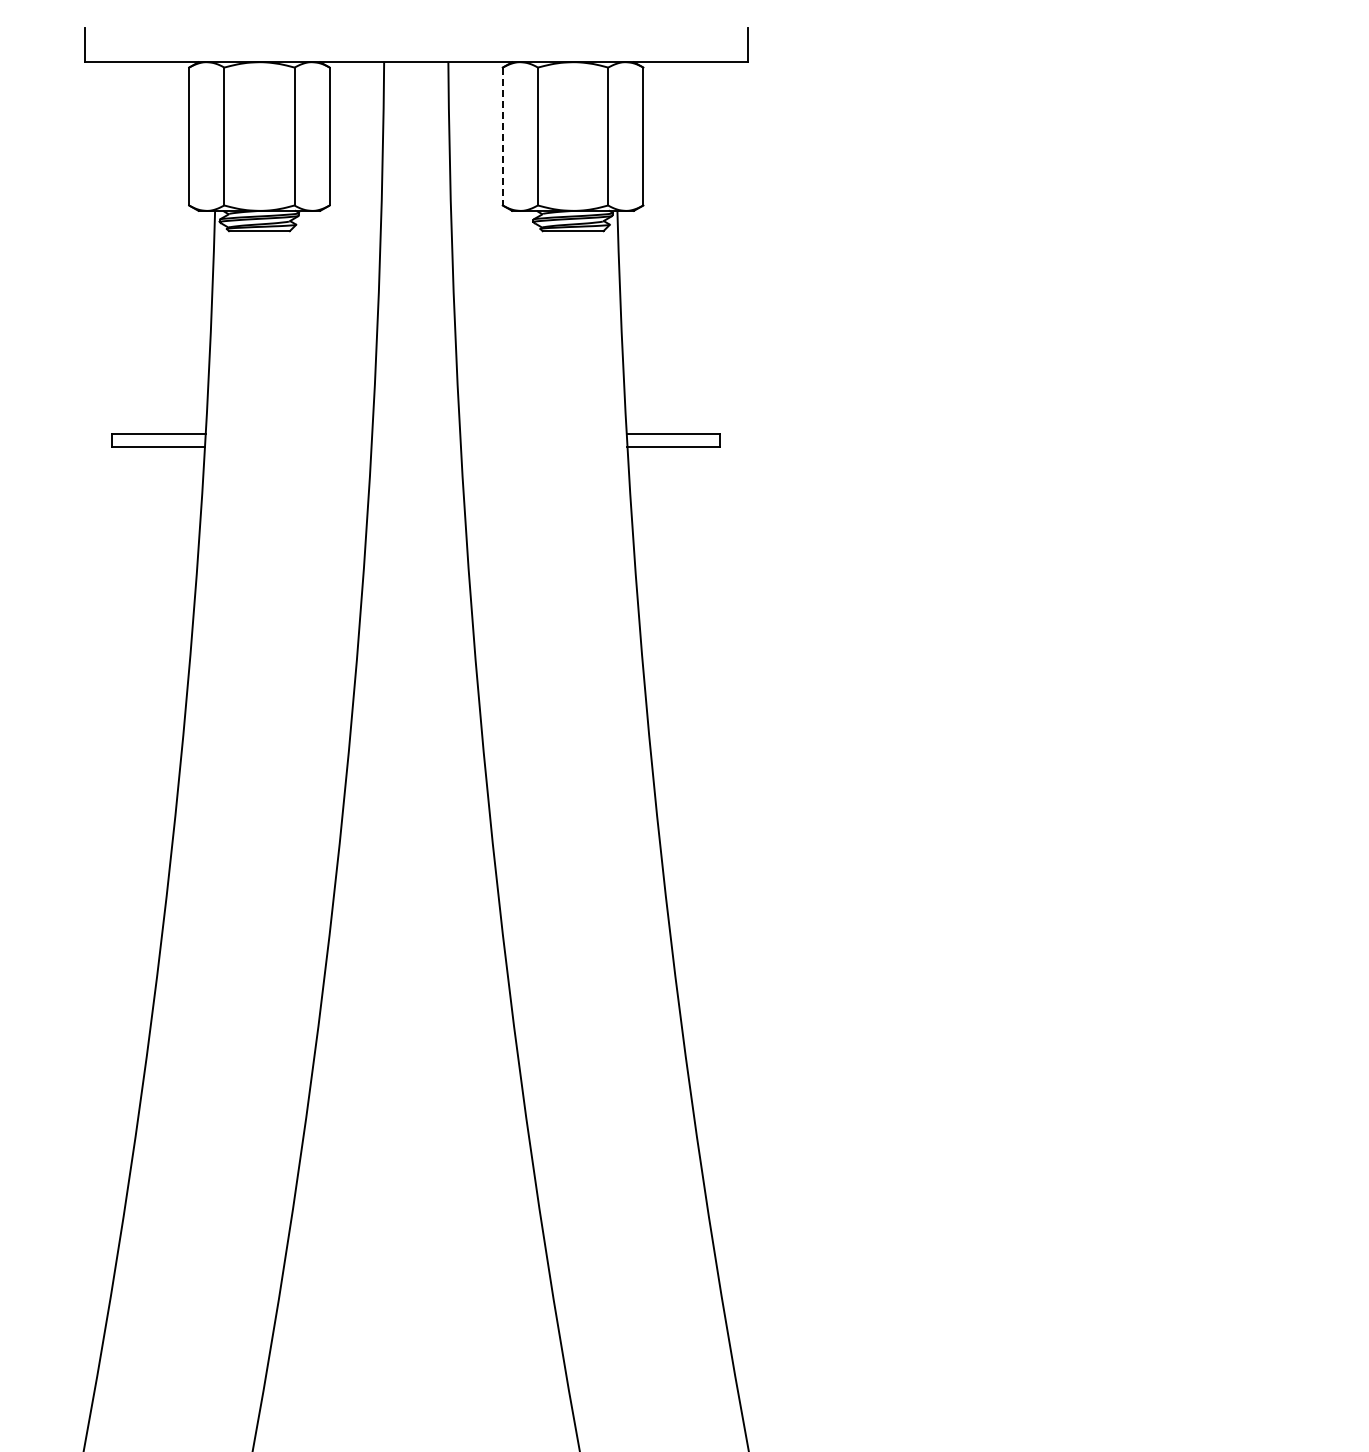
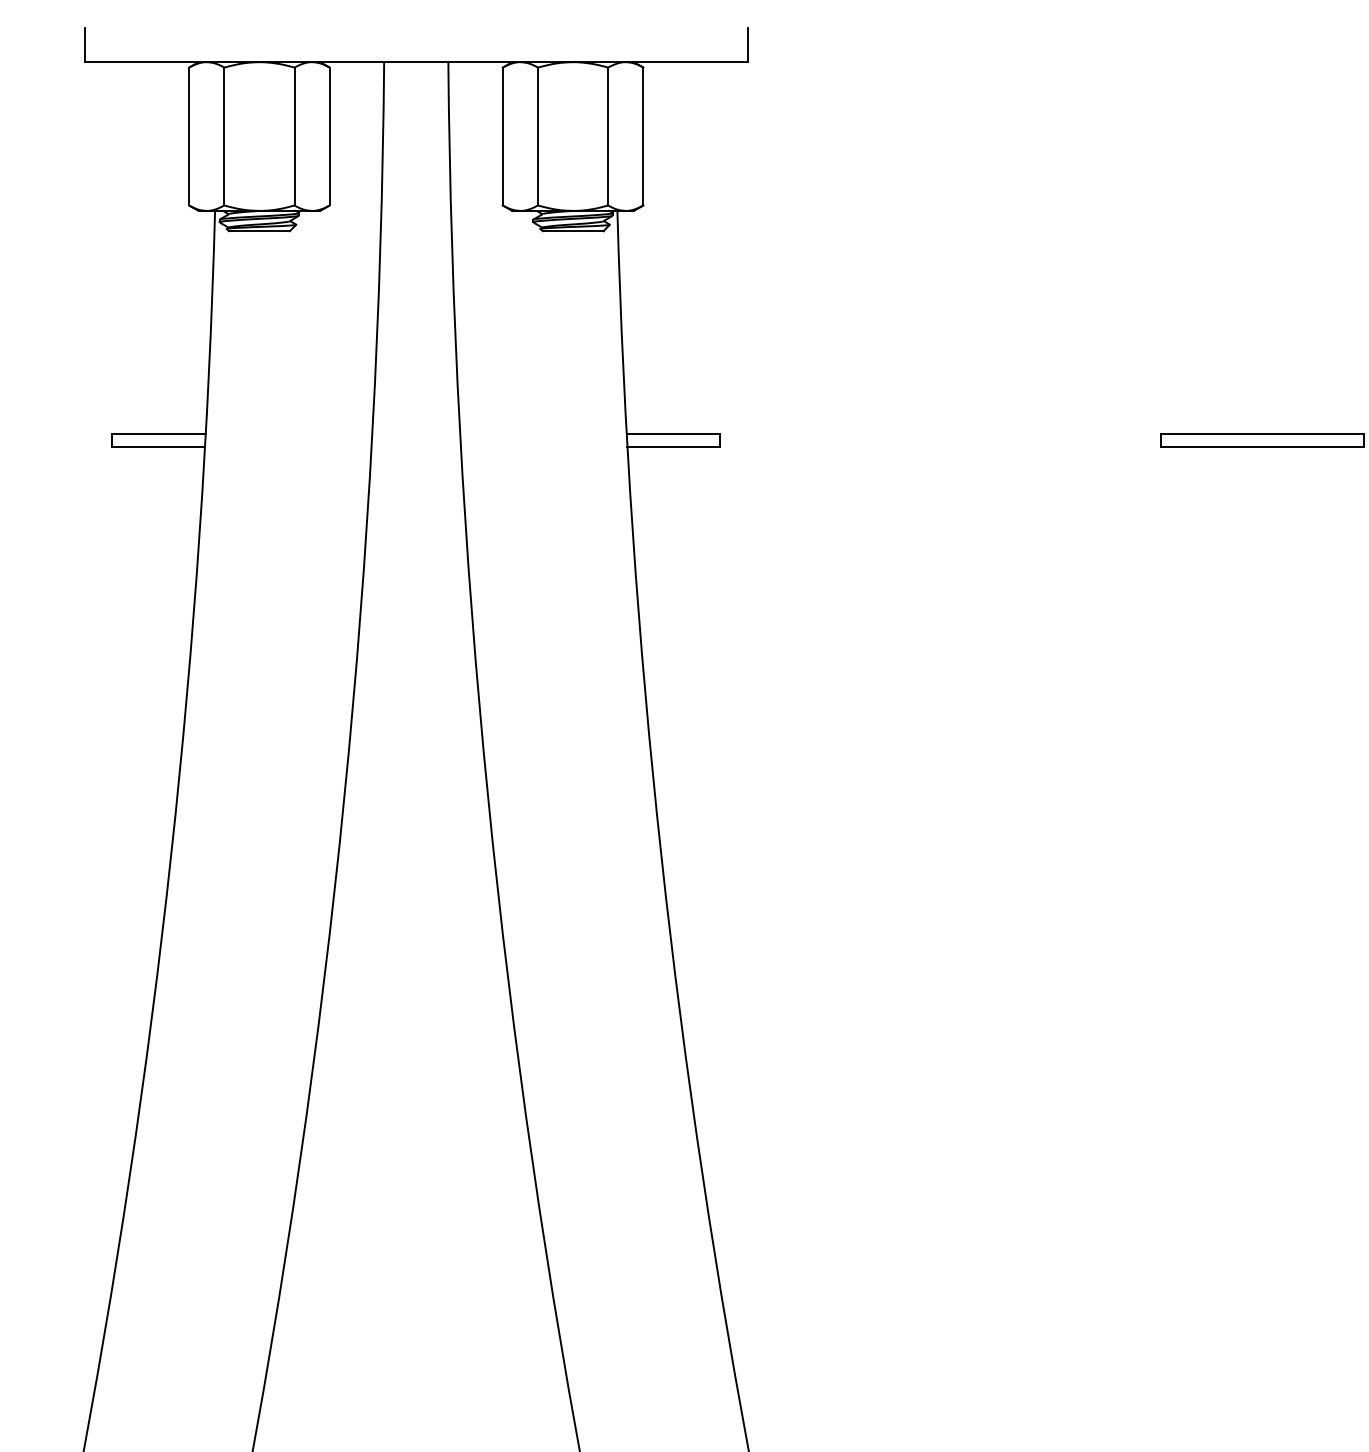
line at (502, 136): dashed -> solid
part at (1262, 440): none -> present
